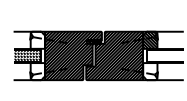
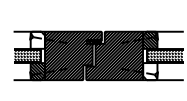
hatch at (164, 55): none -> present
hatch at (37, 71): none -> present
